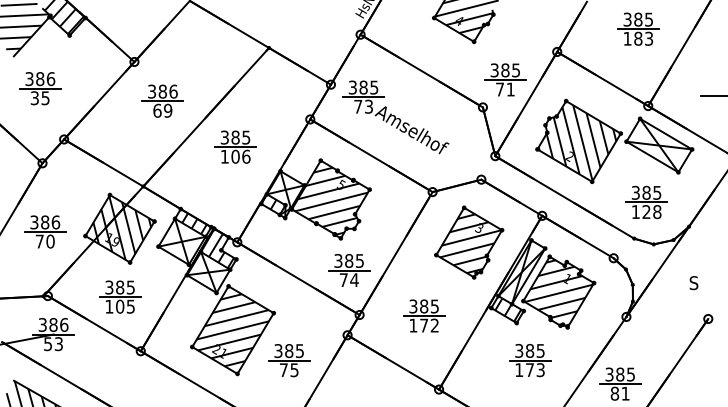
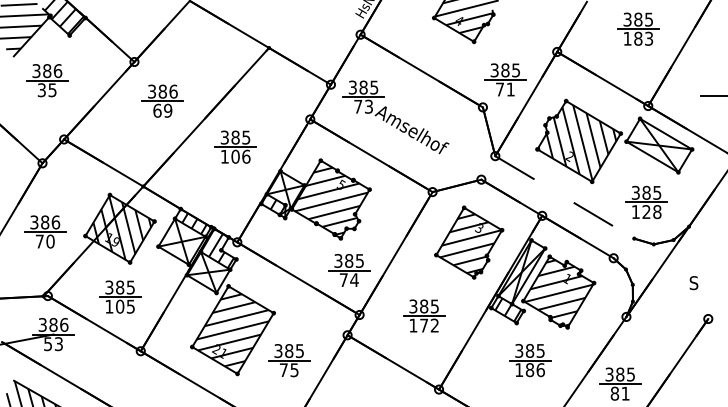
part at (40, 88) position: (40, 88) -> (47, 80)
line at (564, 197): present -> none
text at (534, 370): 173 -> 186
